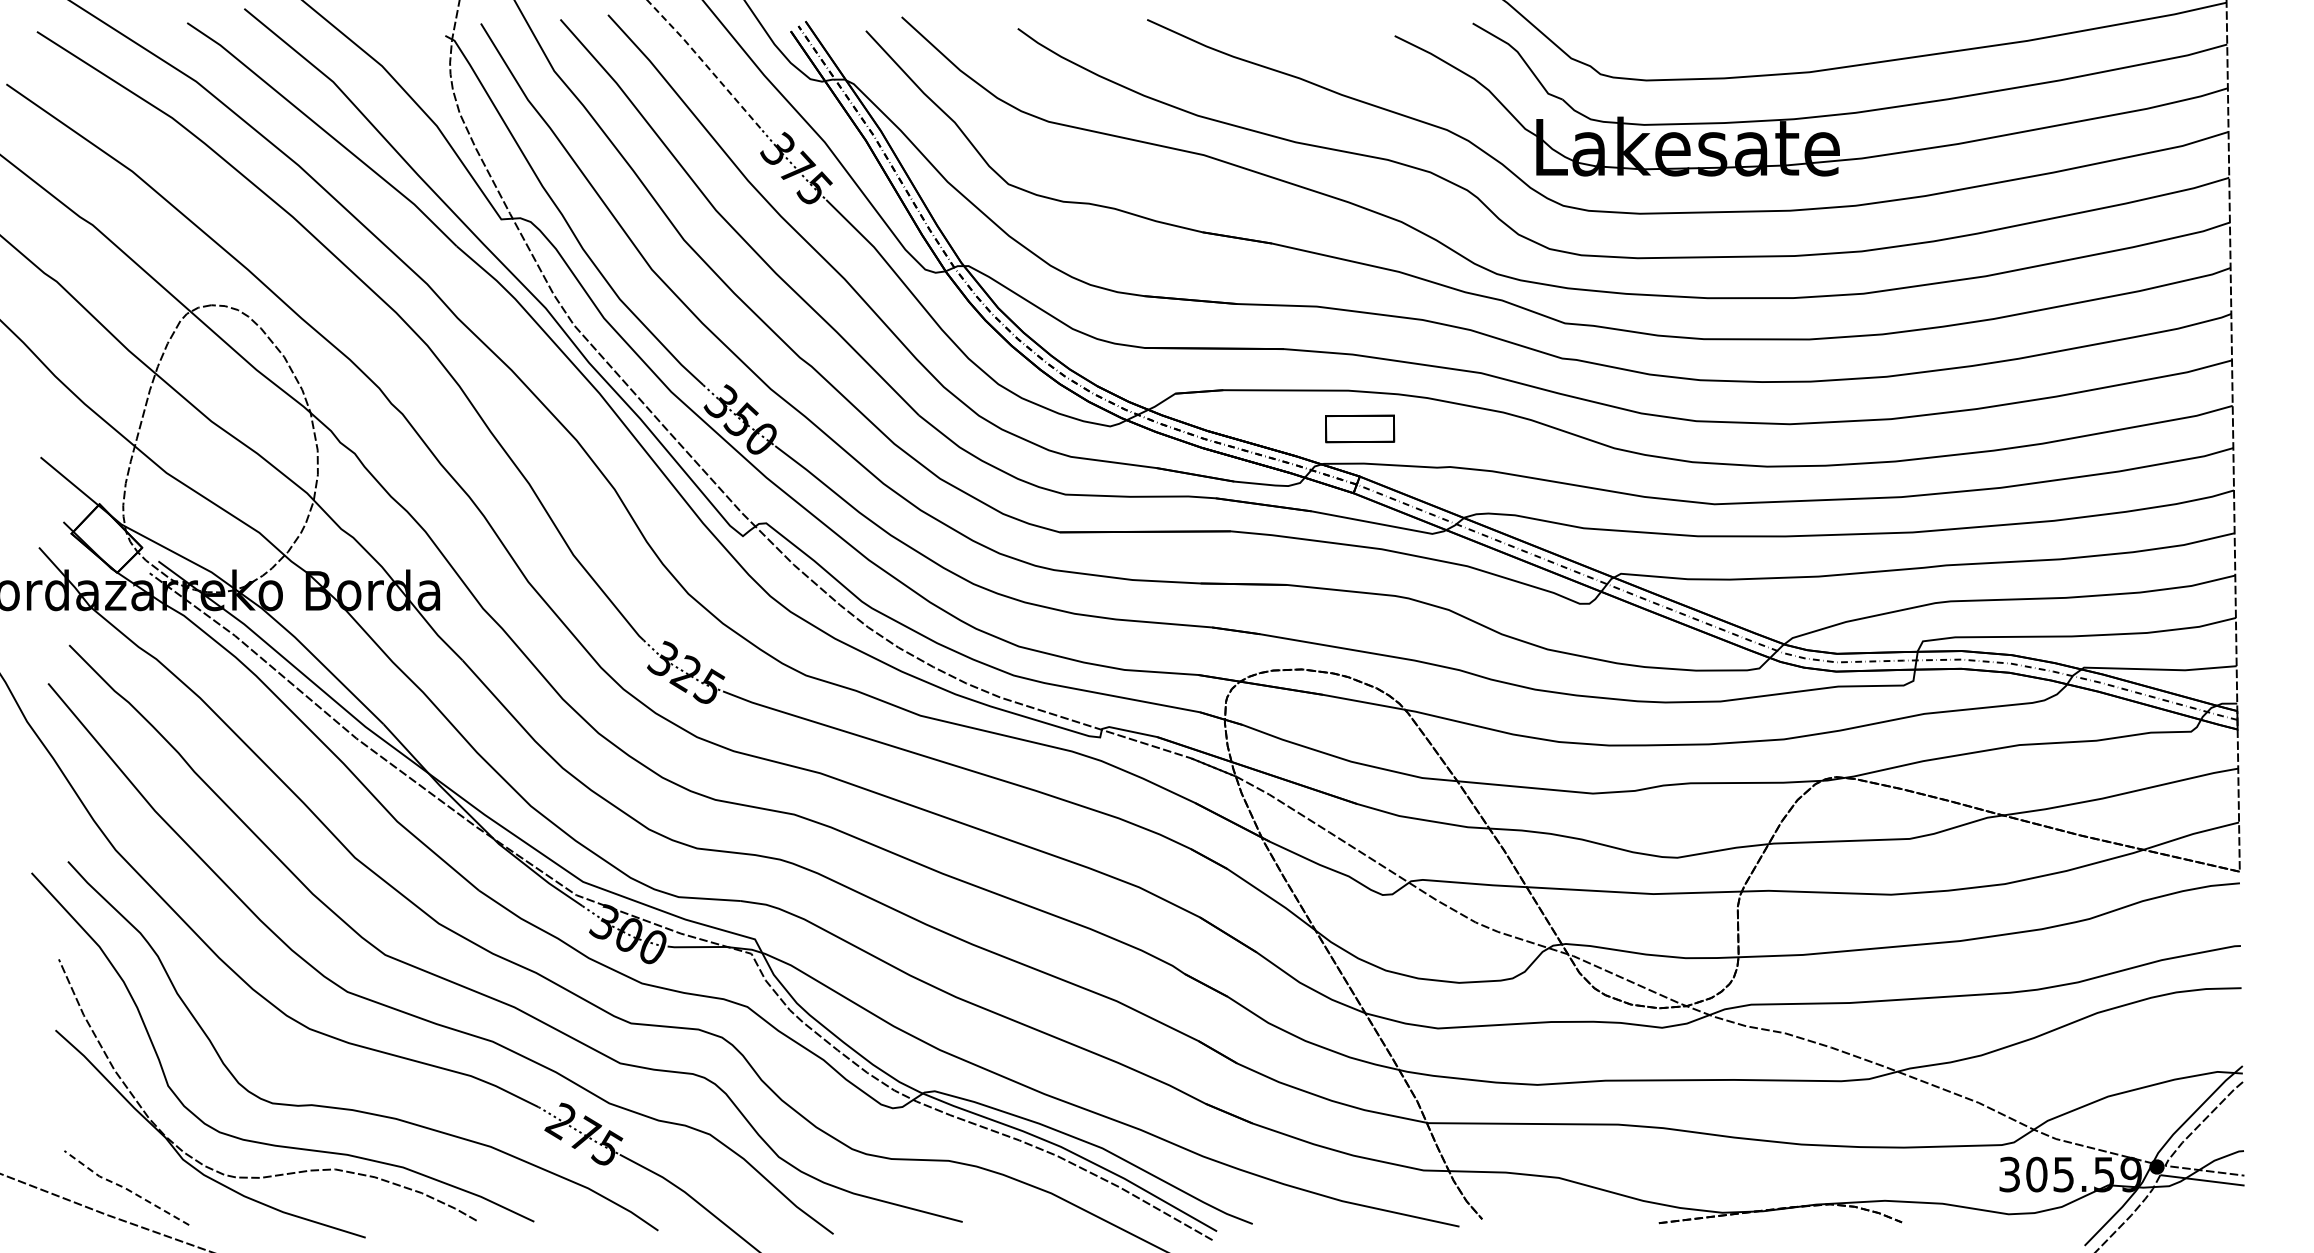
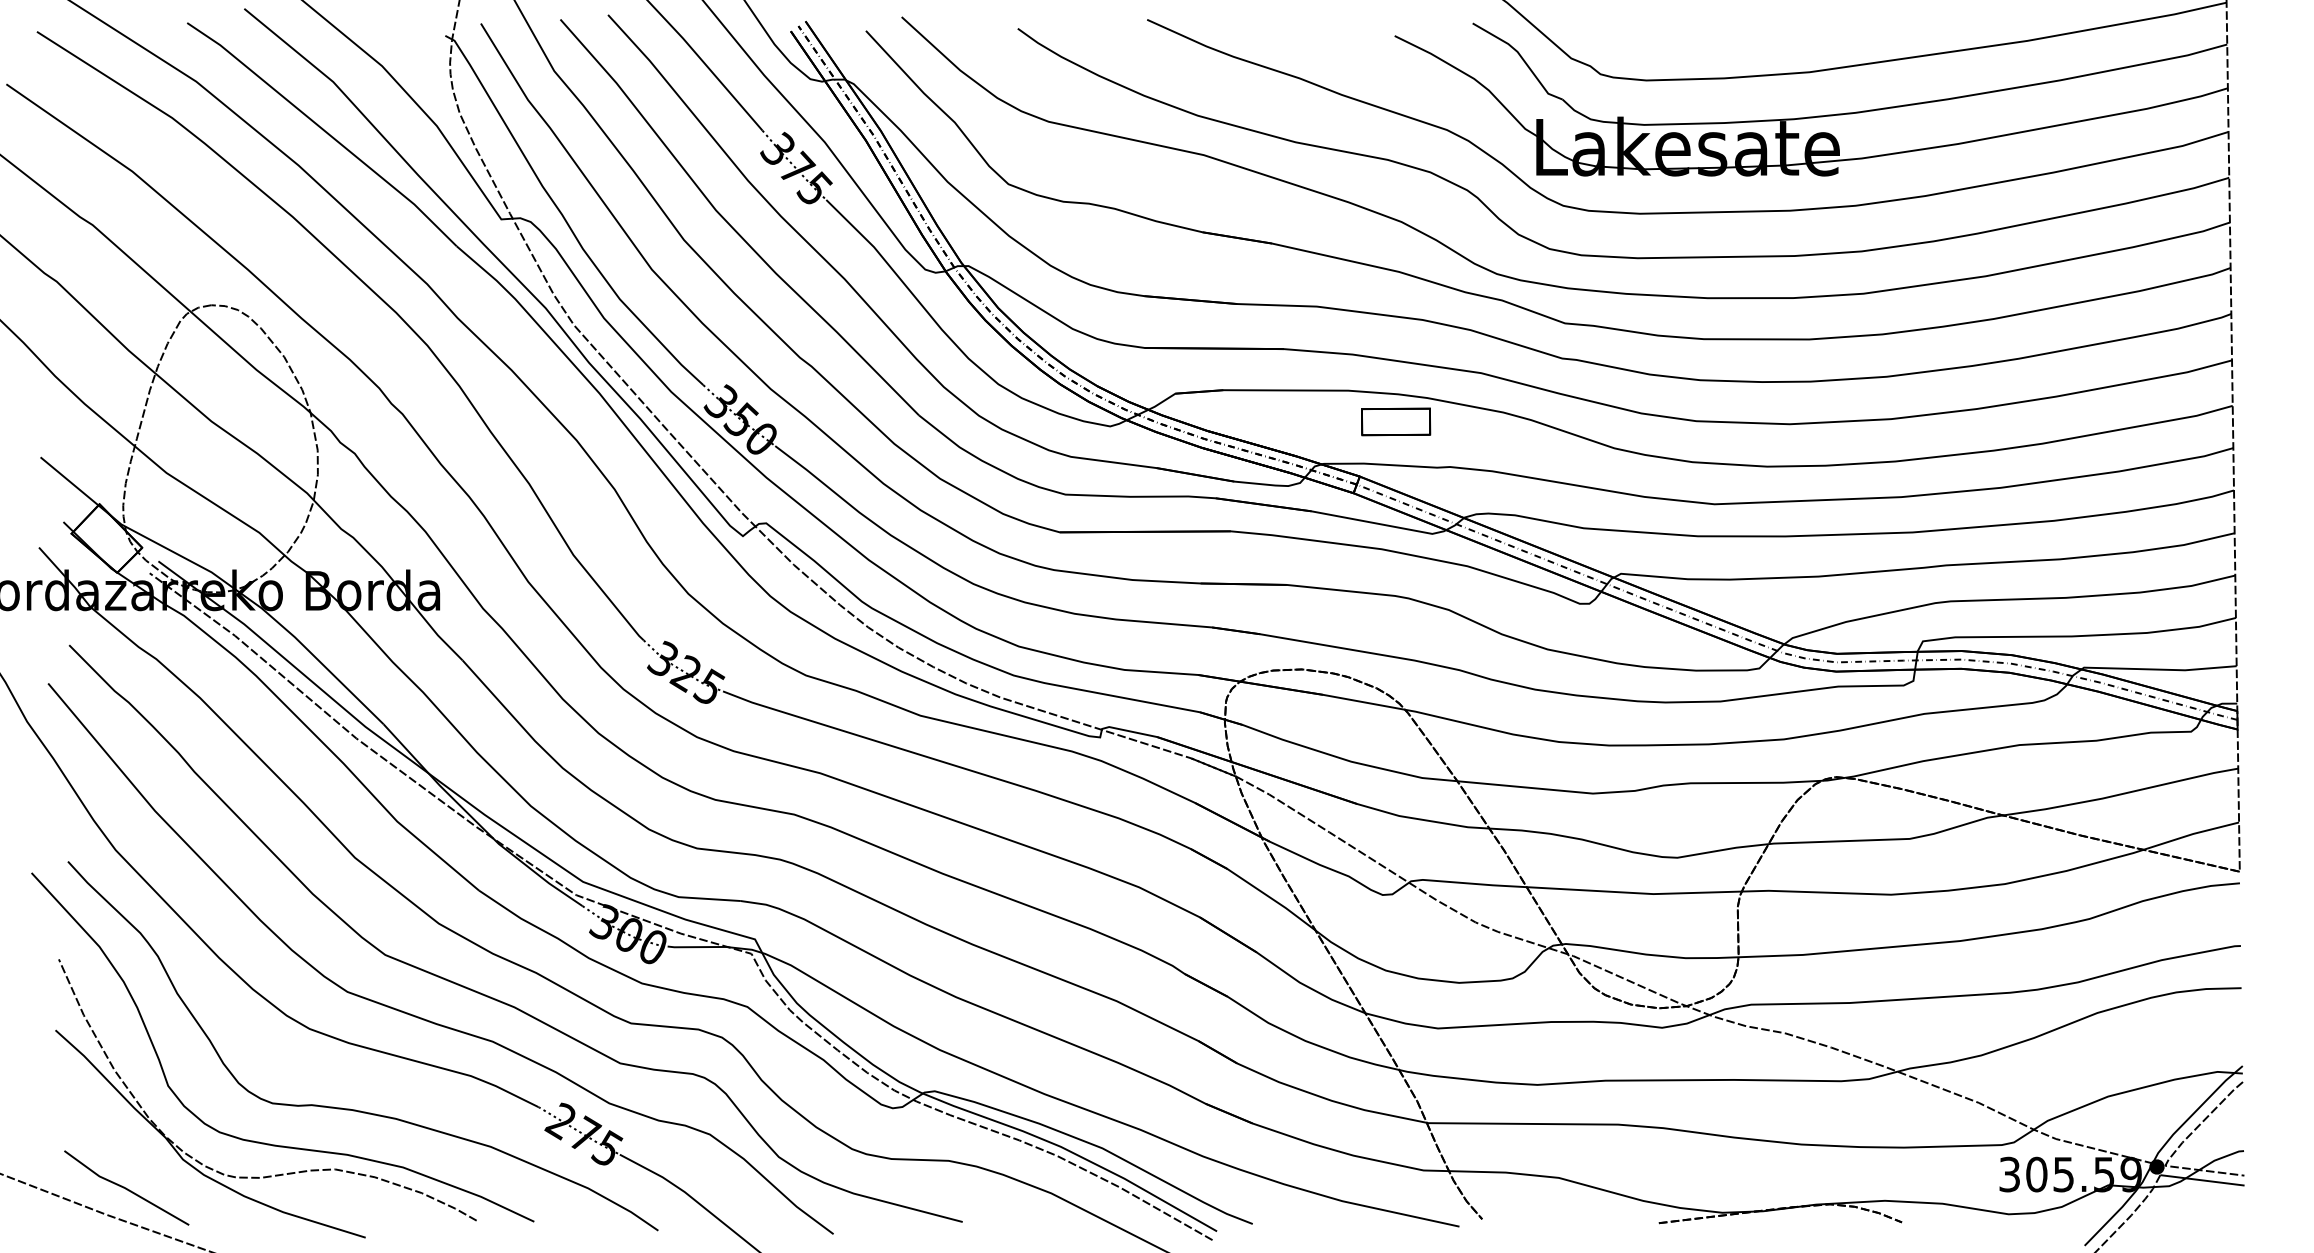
line at (705, 64): dashed -> solid
part at (1360, 428) position: (1360, 428) -> (1396, 421)
line at (124, 1187): dashed -> solid
